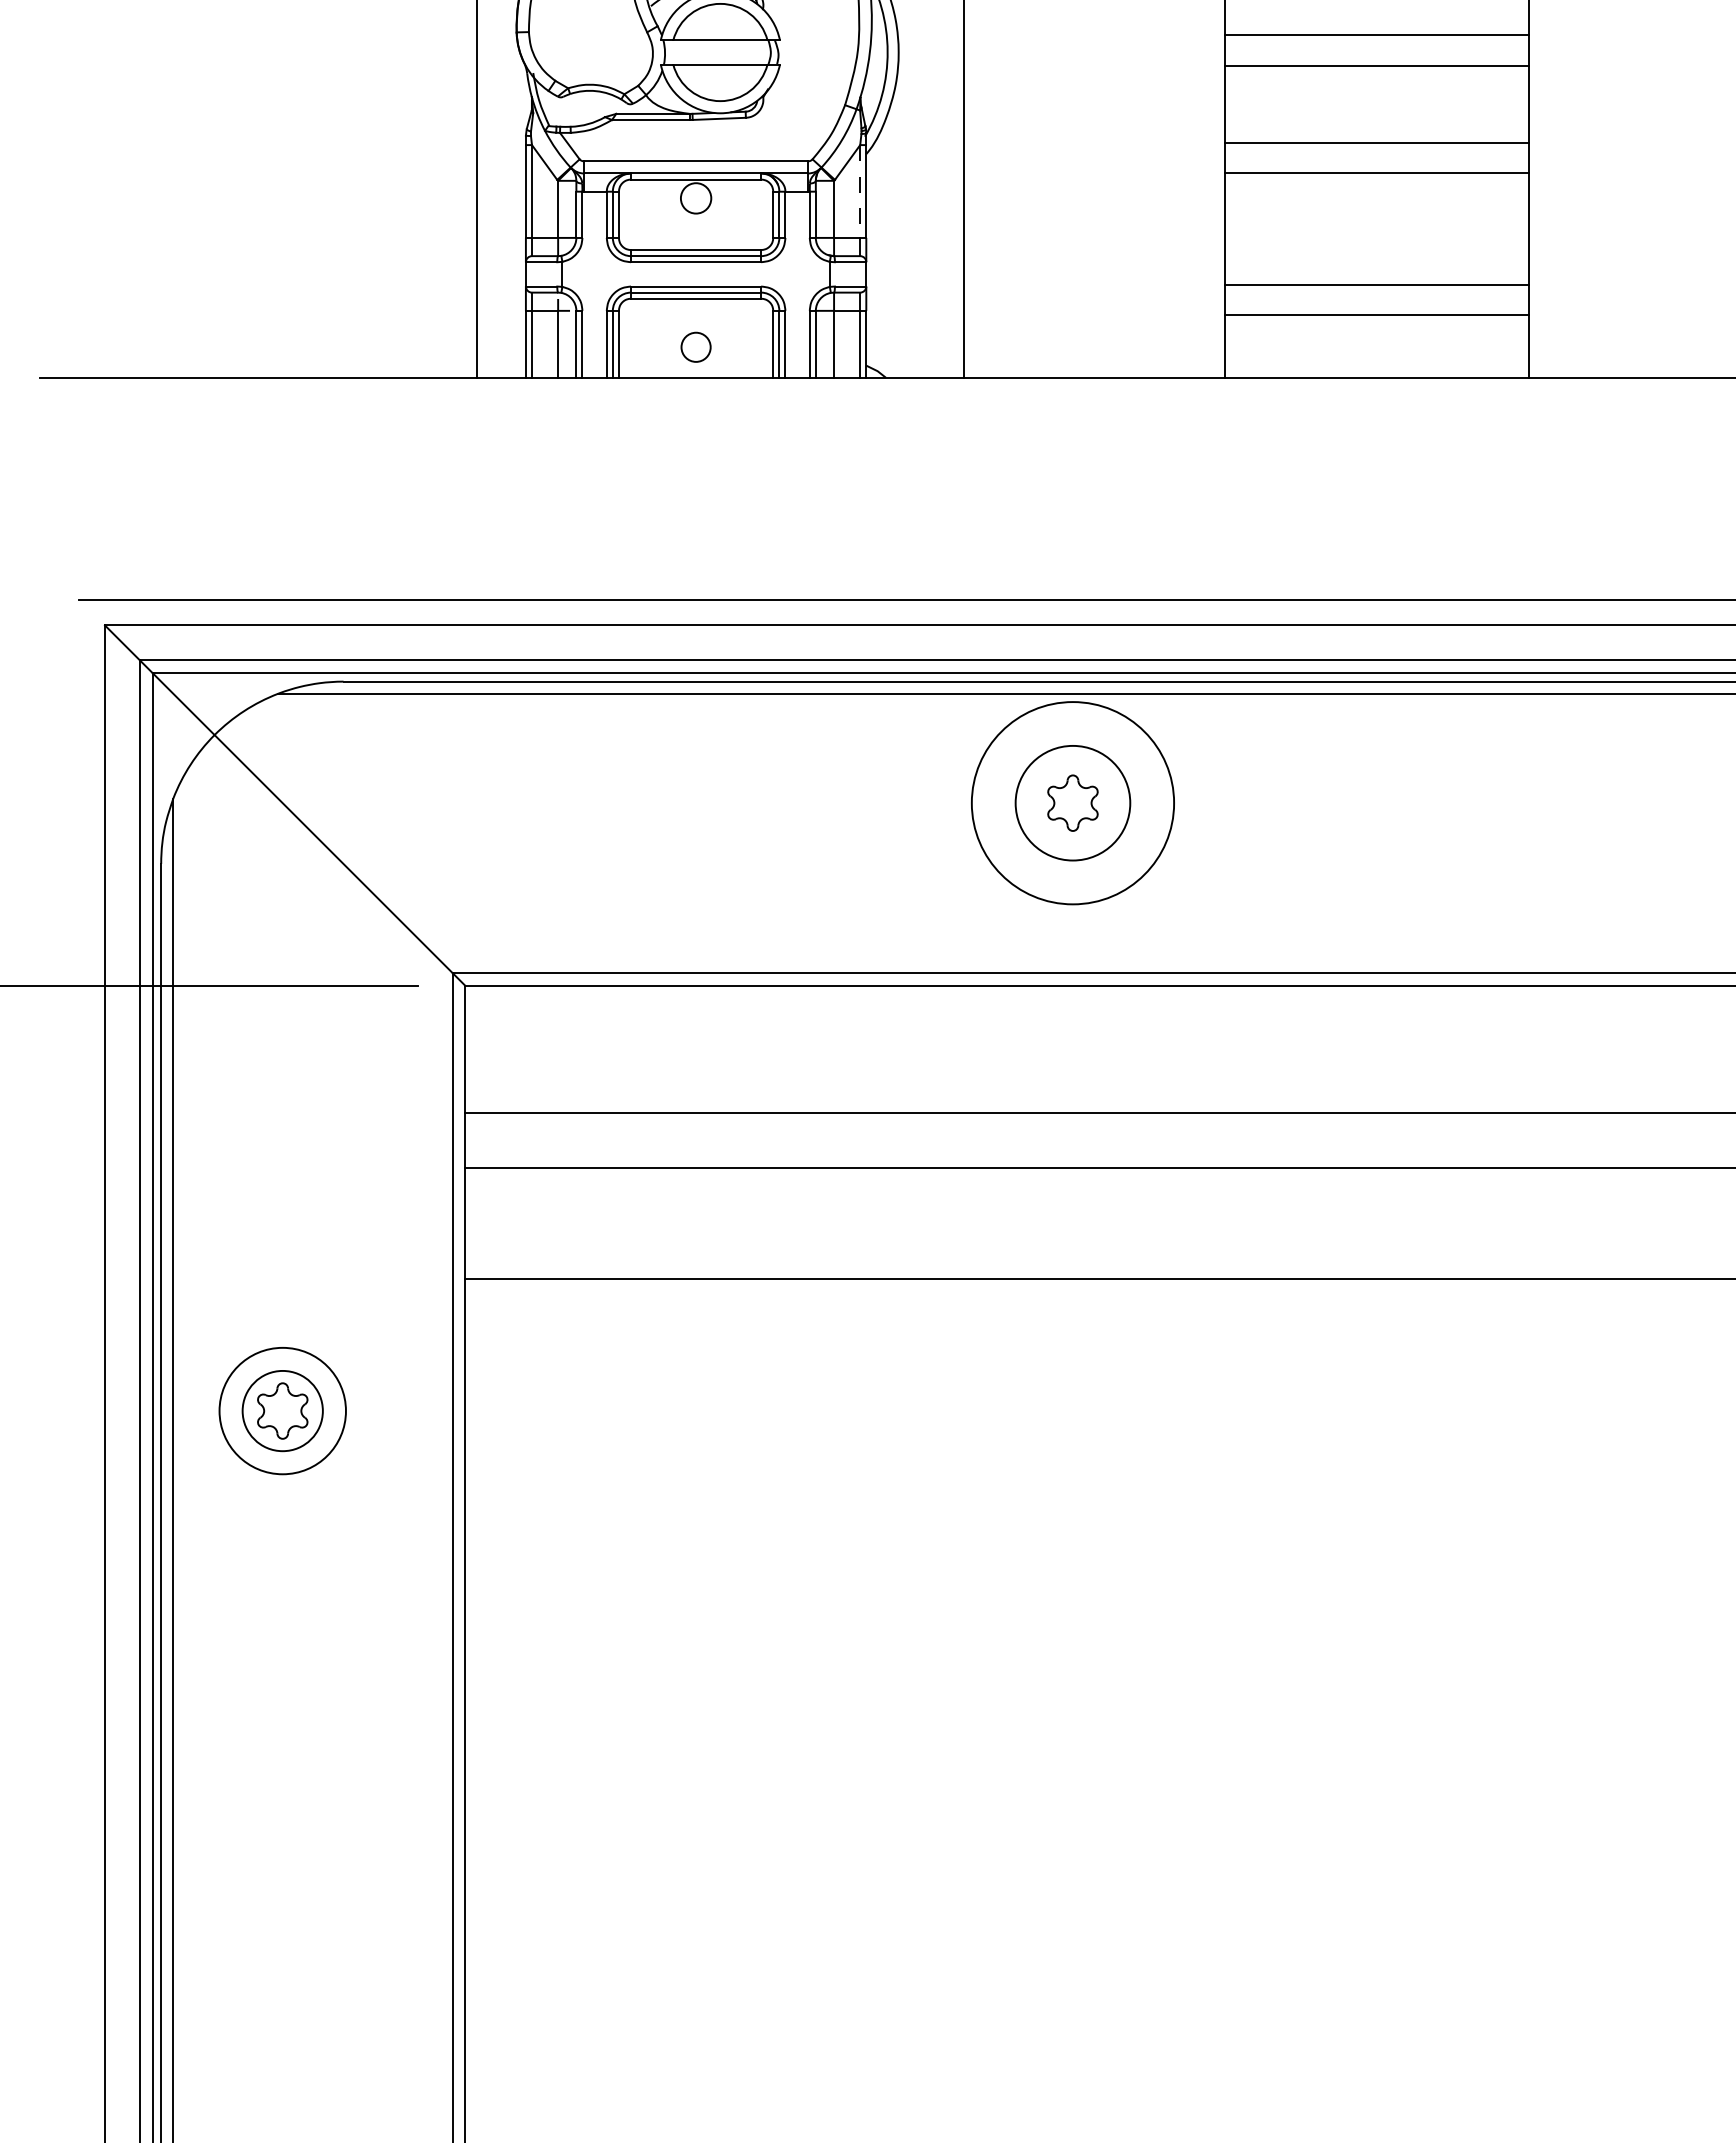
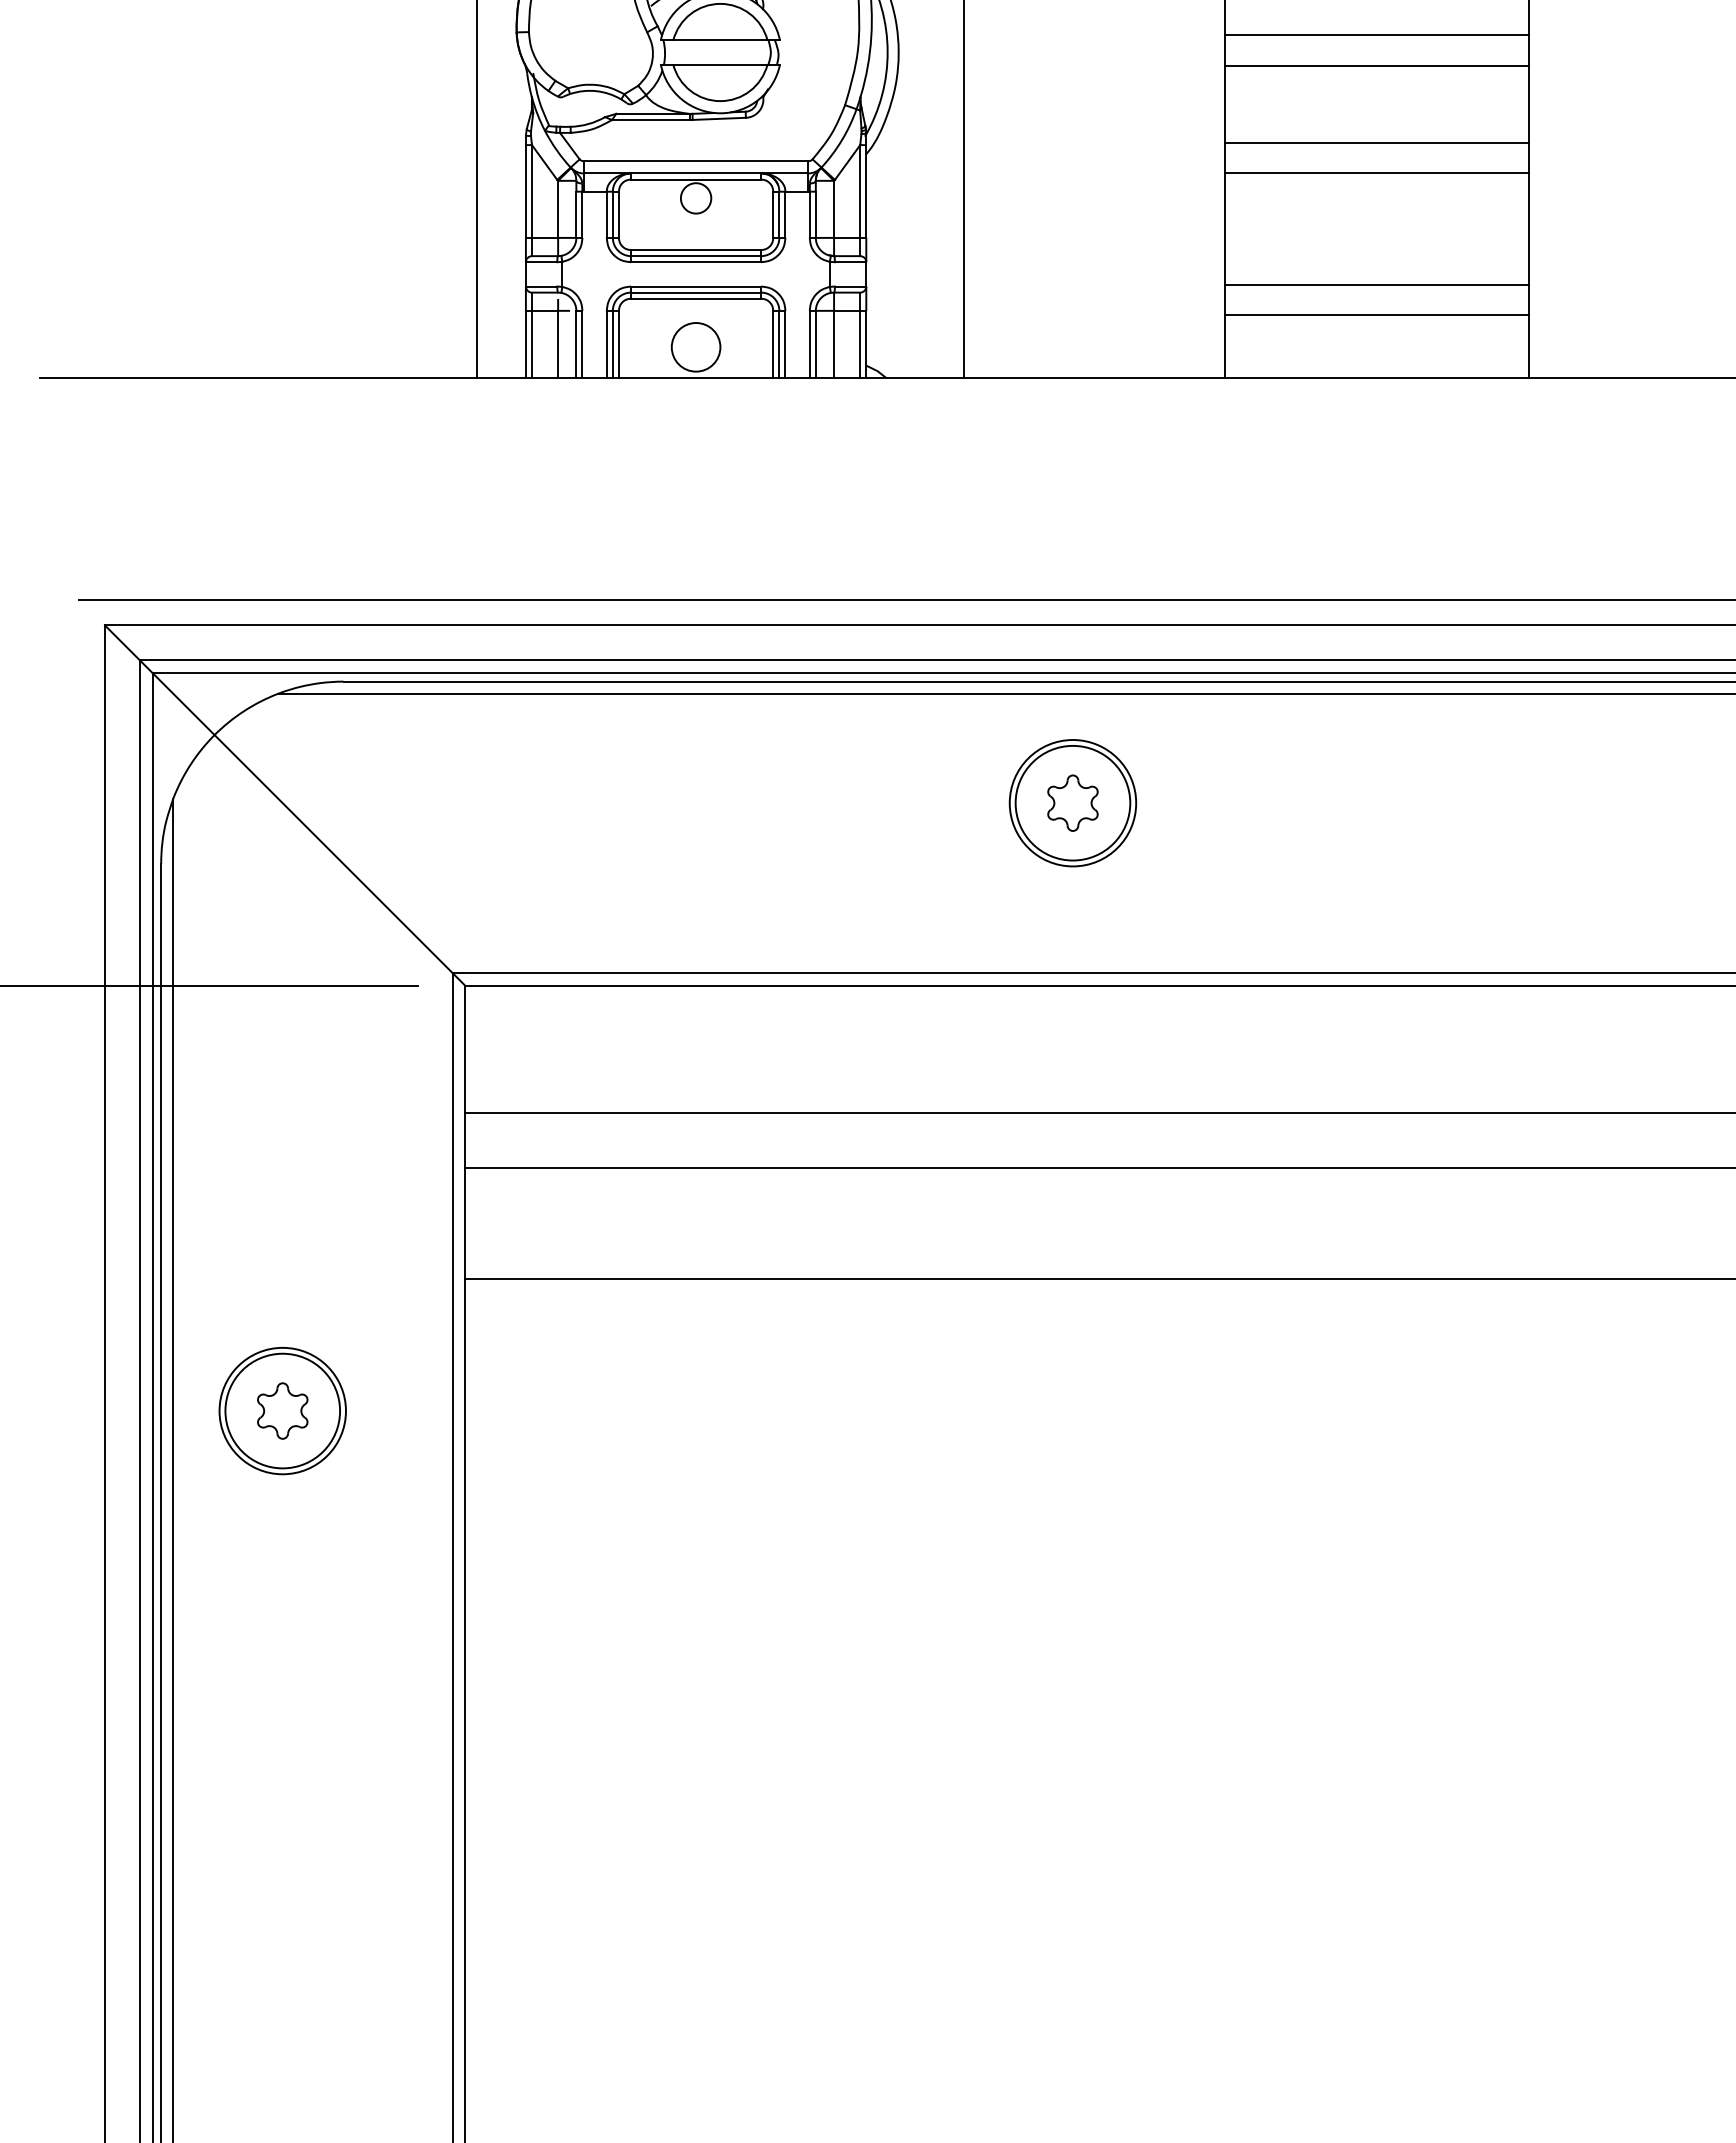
line at (860, 192): dashed -> solid
circle at (695, 346) diameter: 29 px -> 49 px
circle at (1072, 803) diameter: 202 px -> 126 px
circle at (282, 1410) diameter: 80 px -> 115 px
